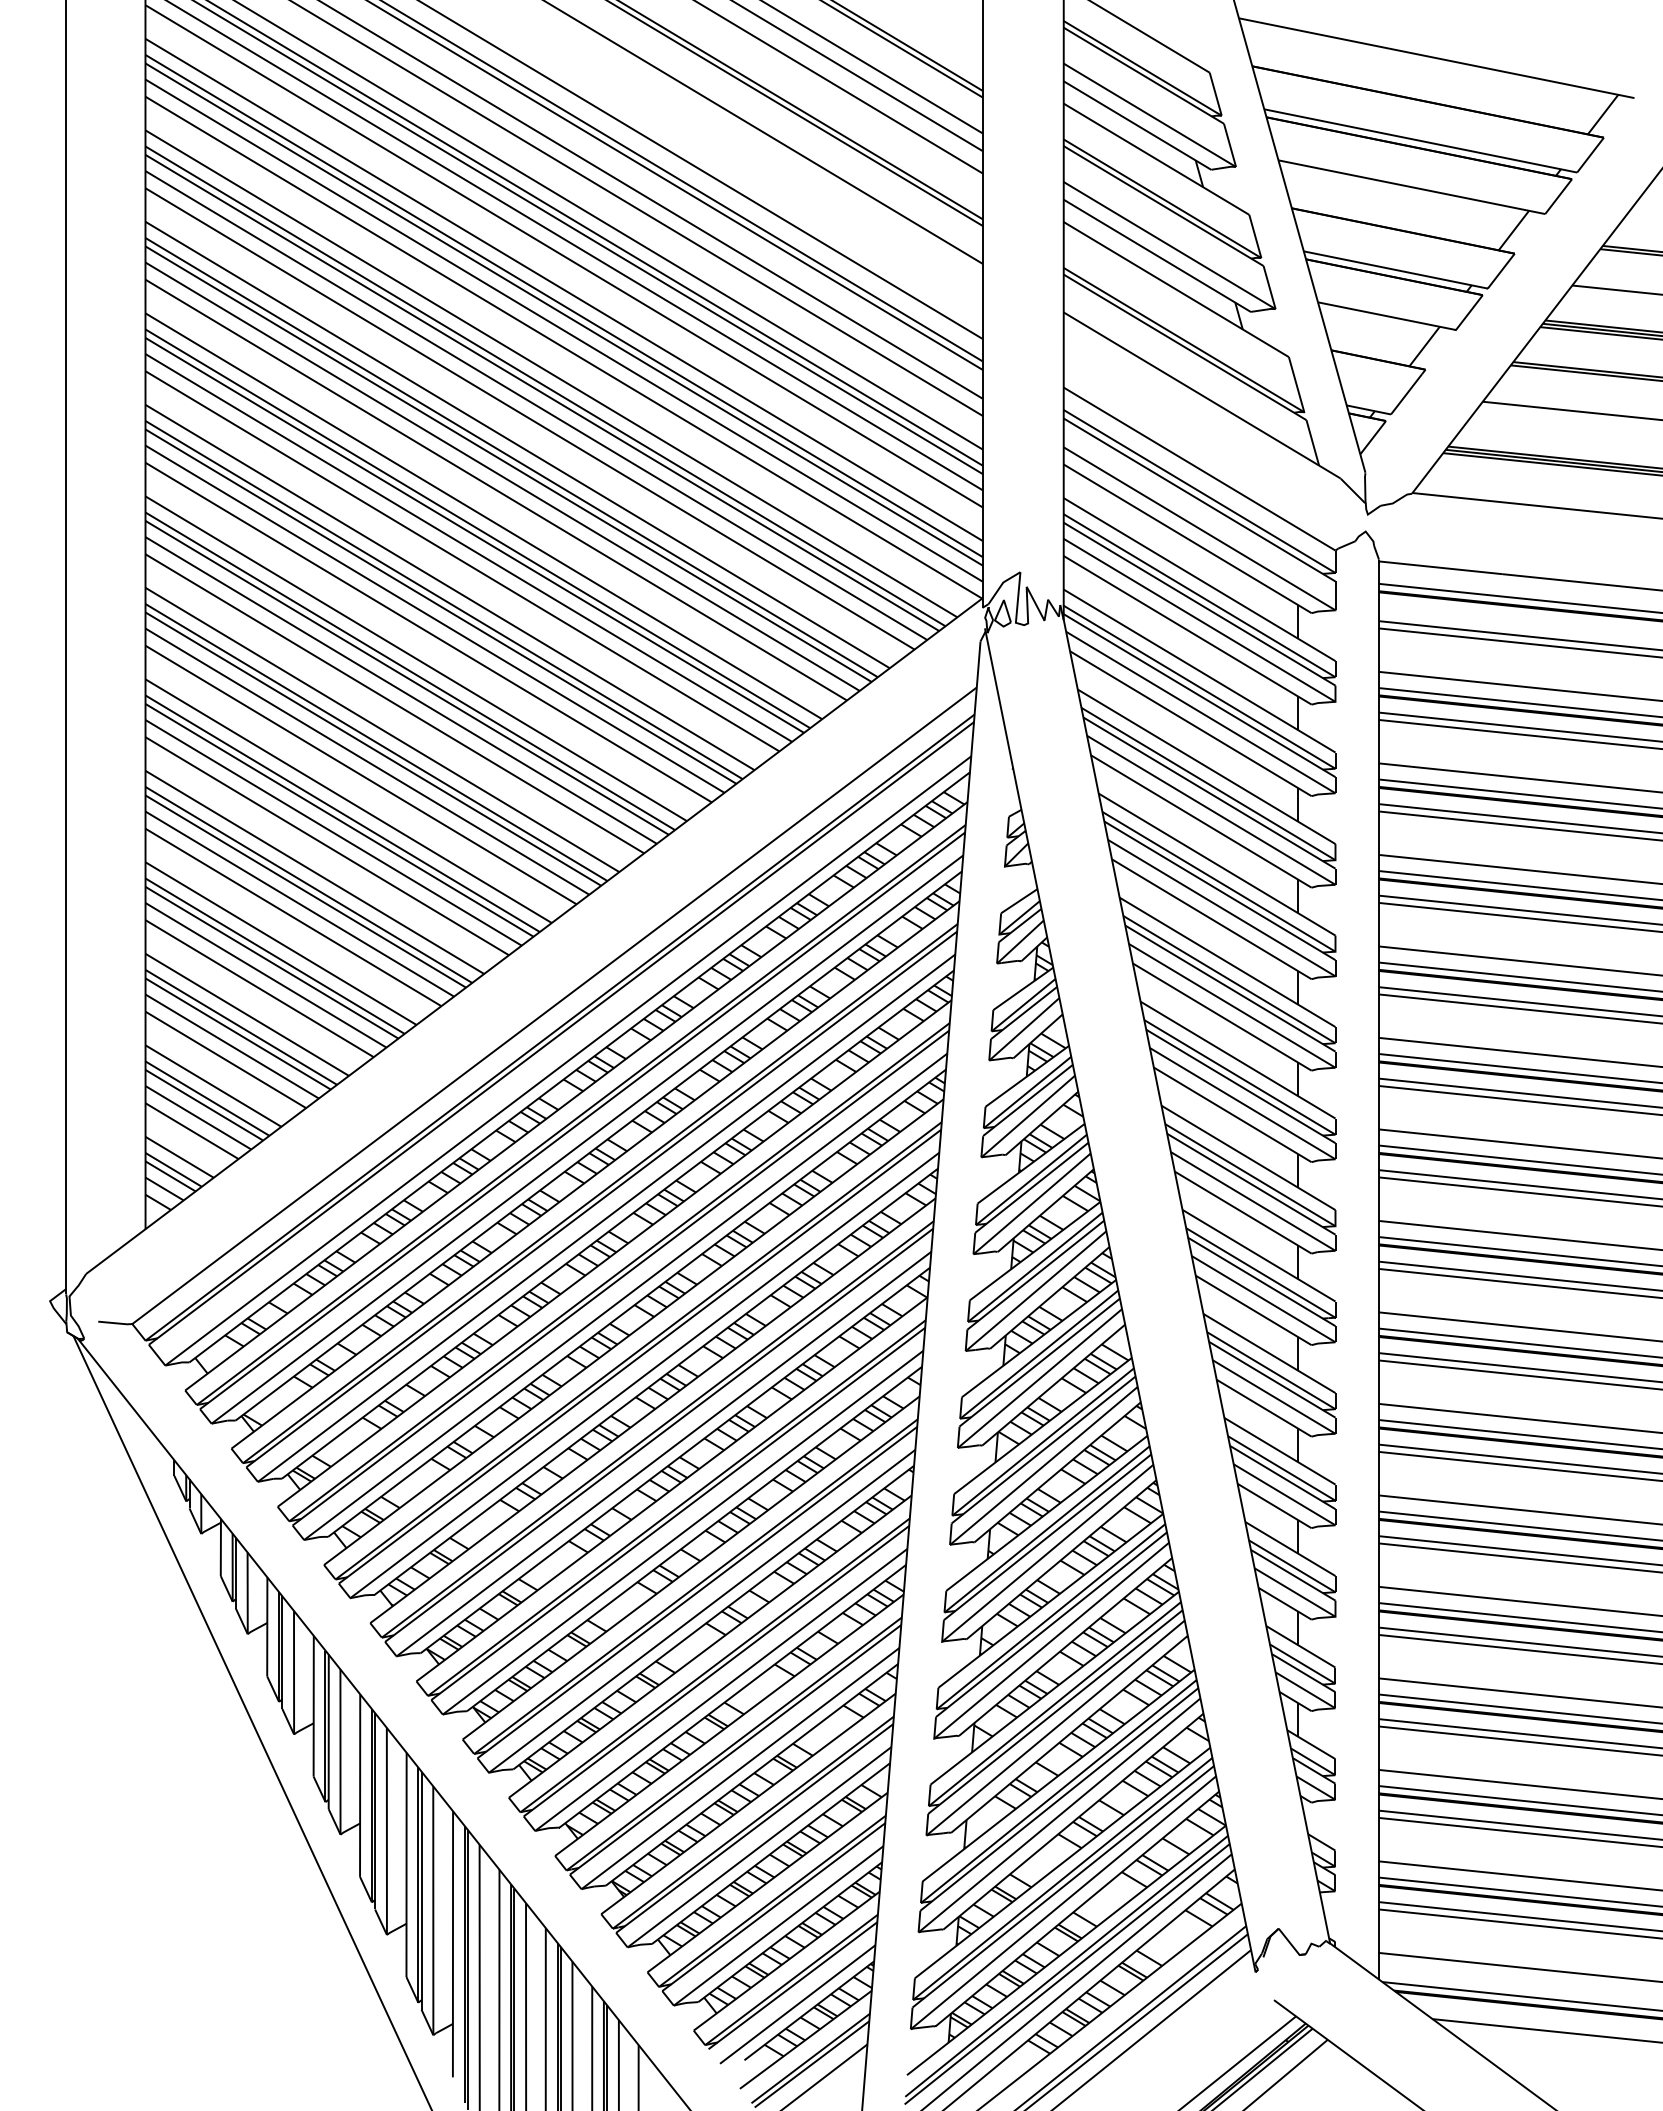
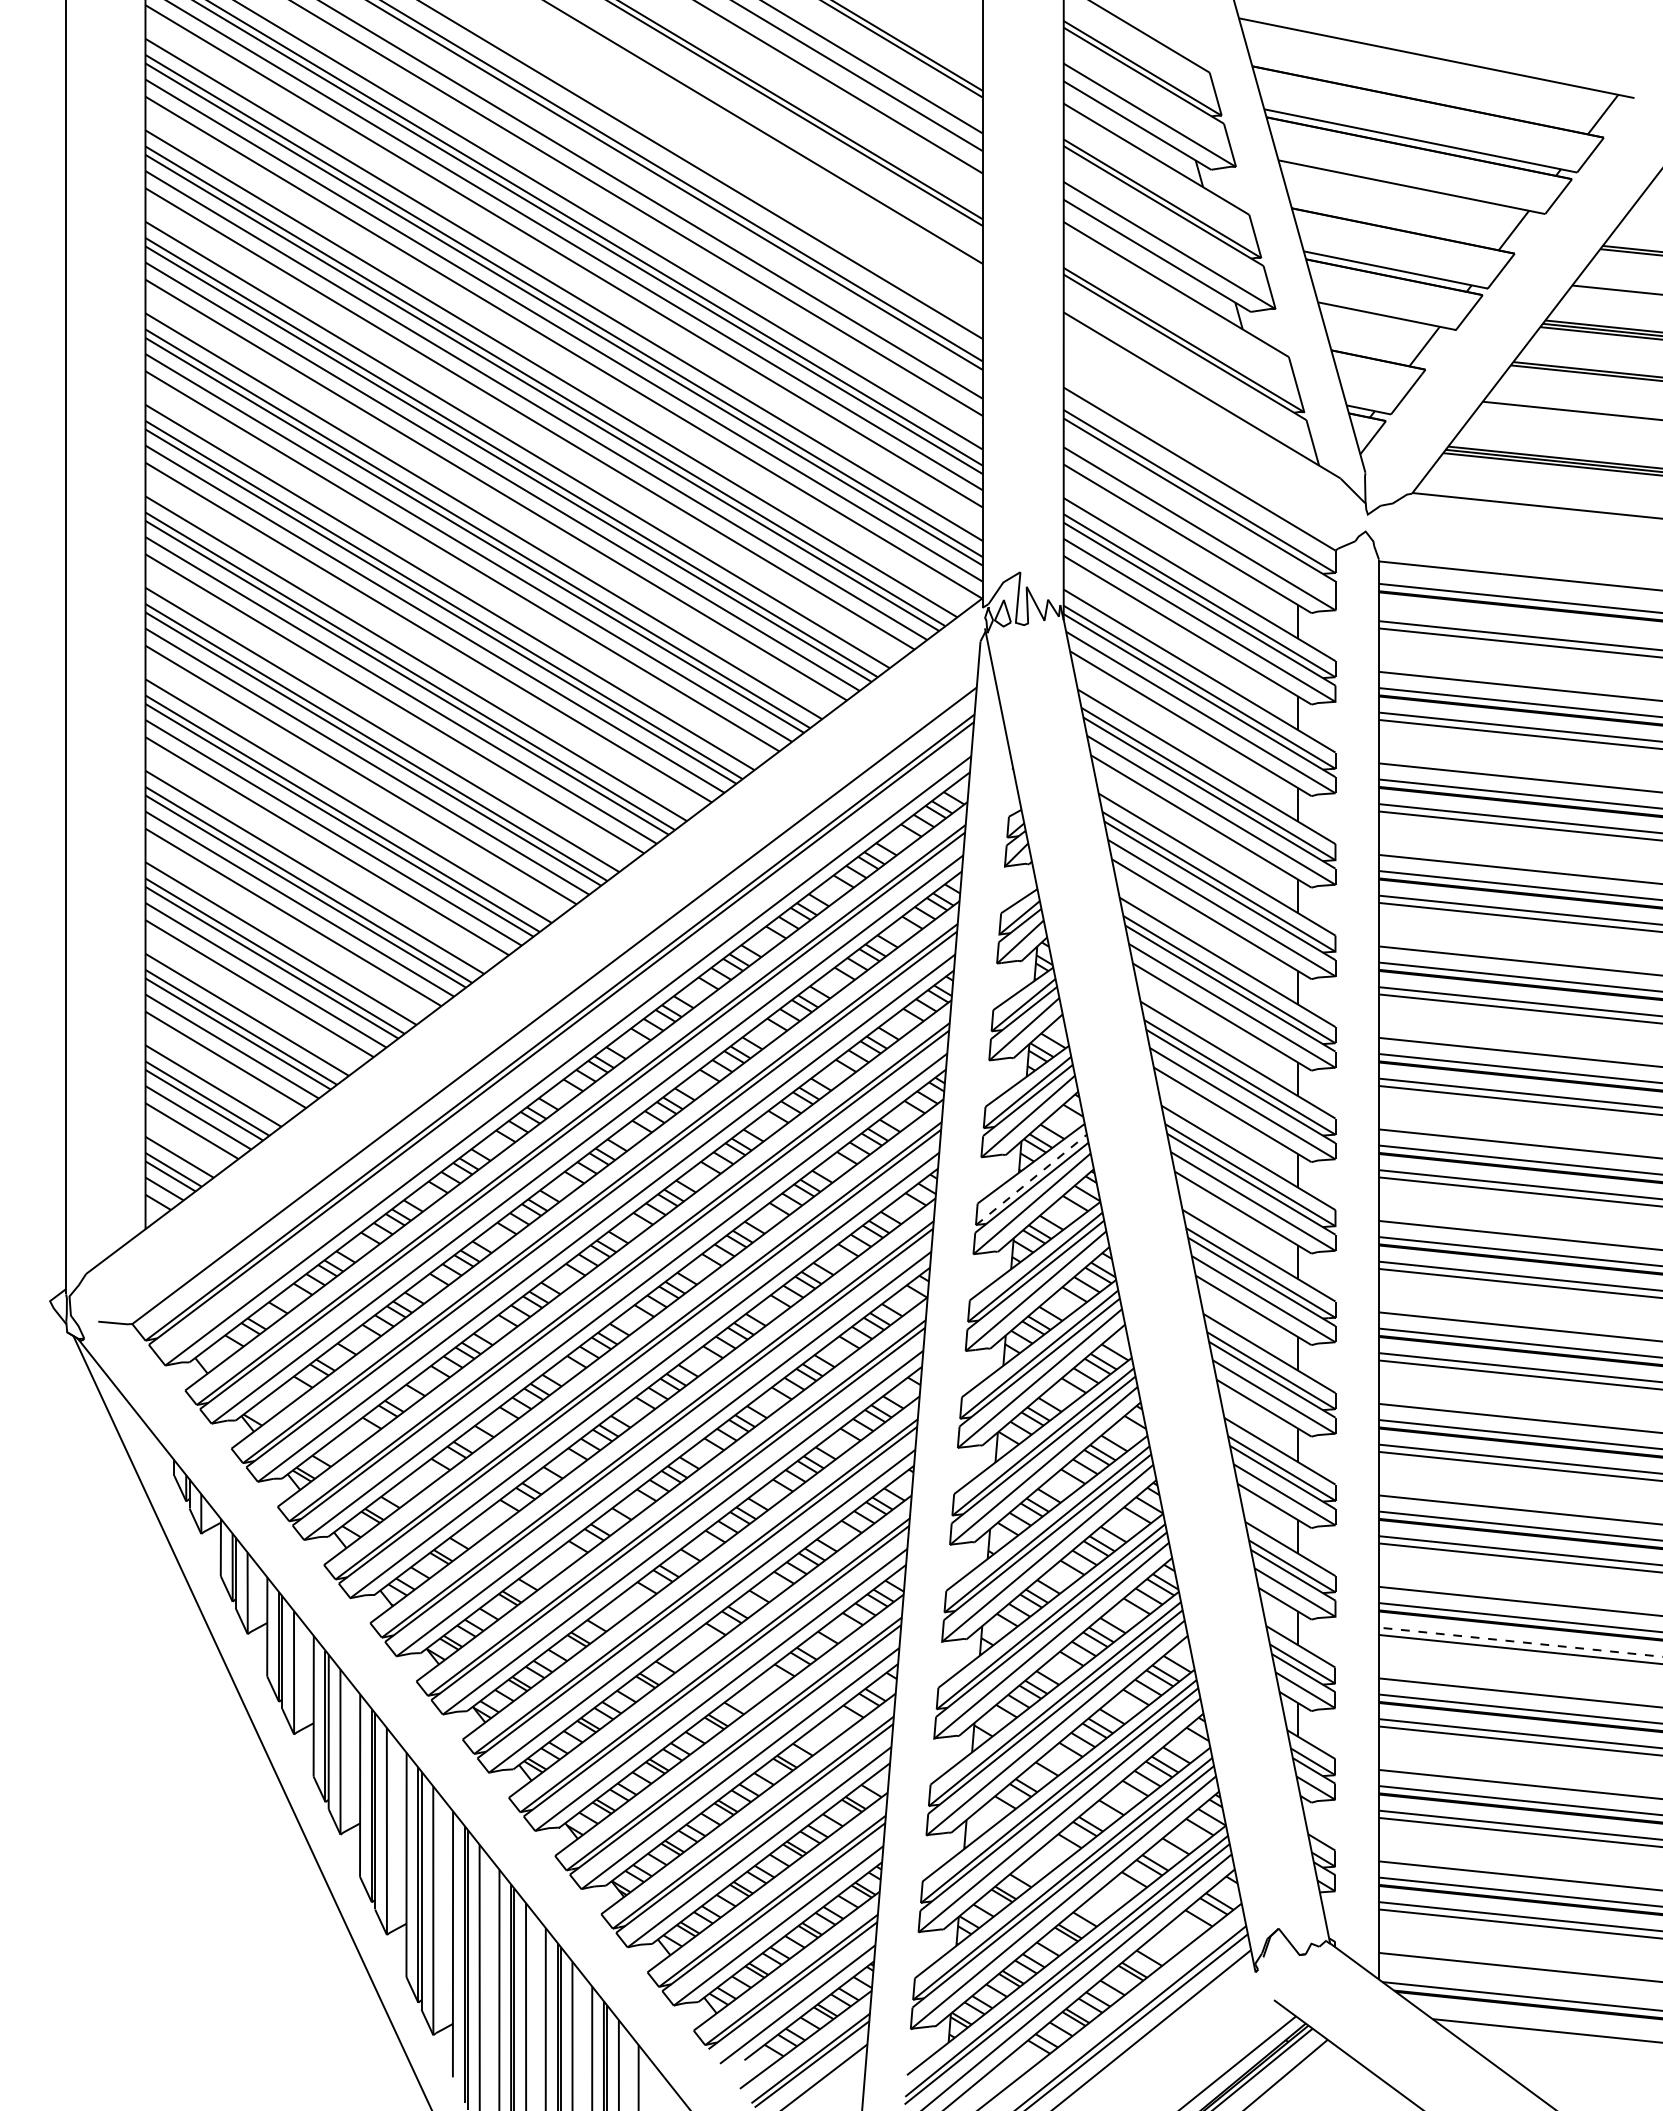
line at (1031, 1179): solid -> dashed
line at (1520, 1642): solid -> dashed
